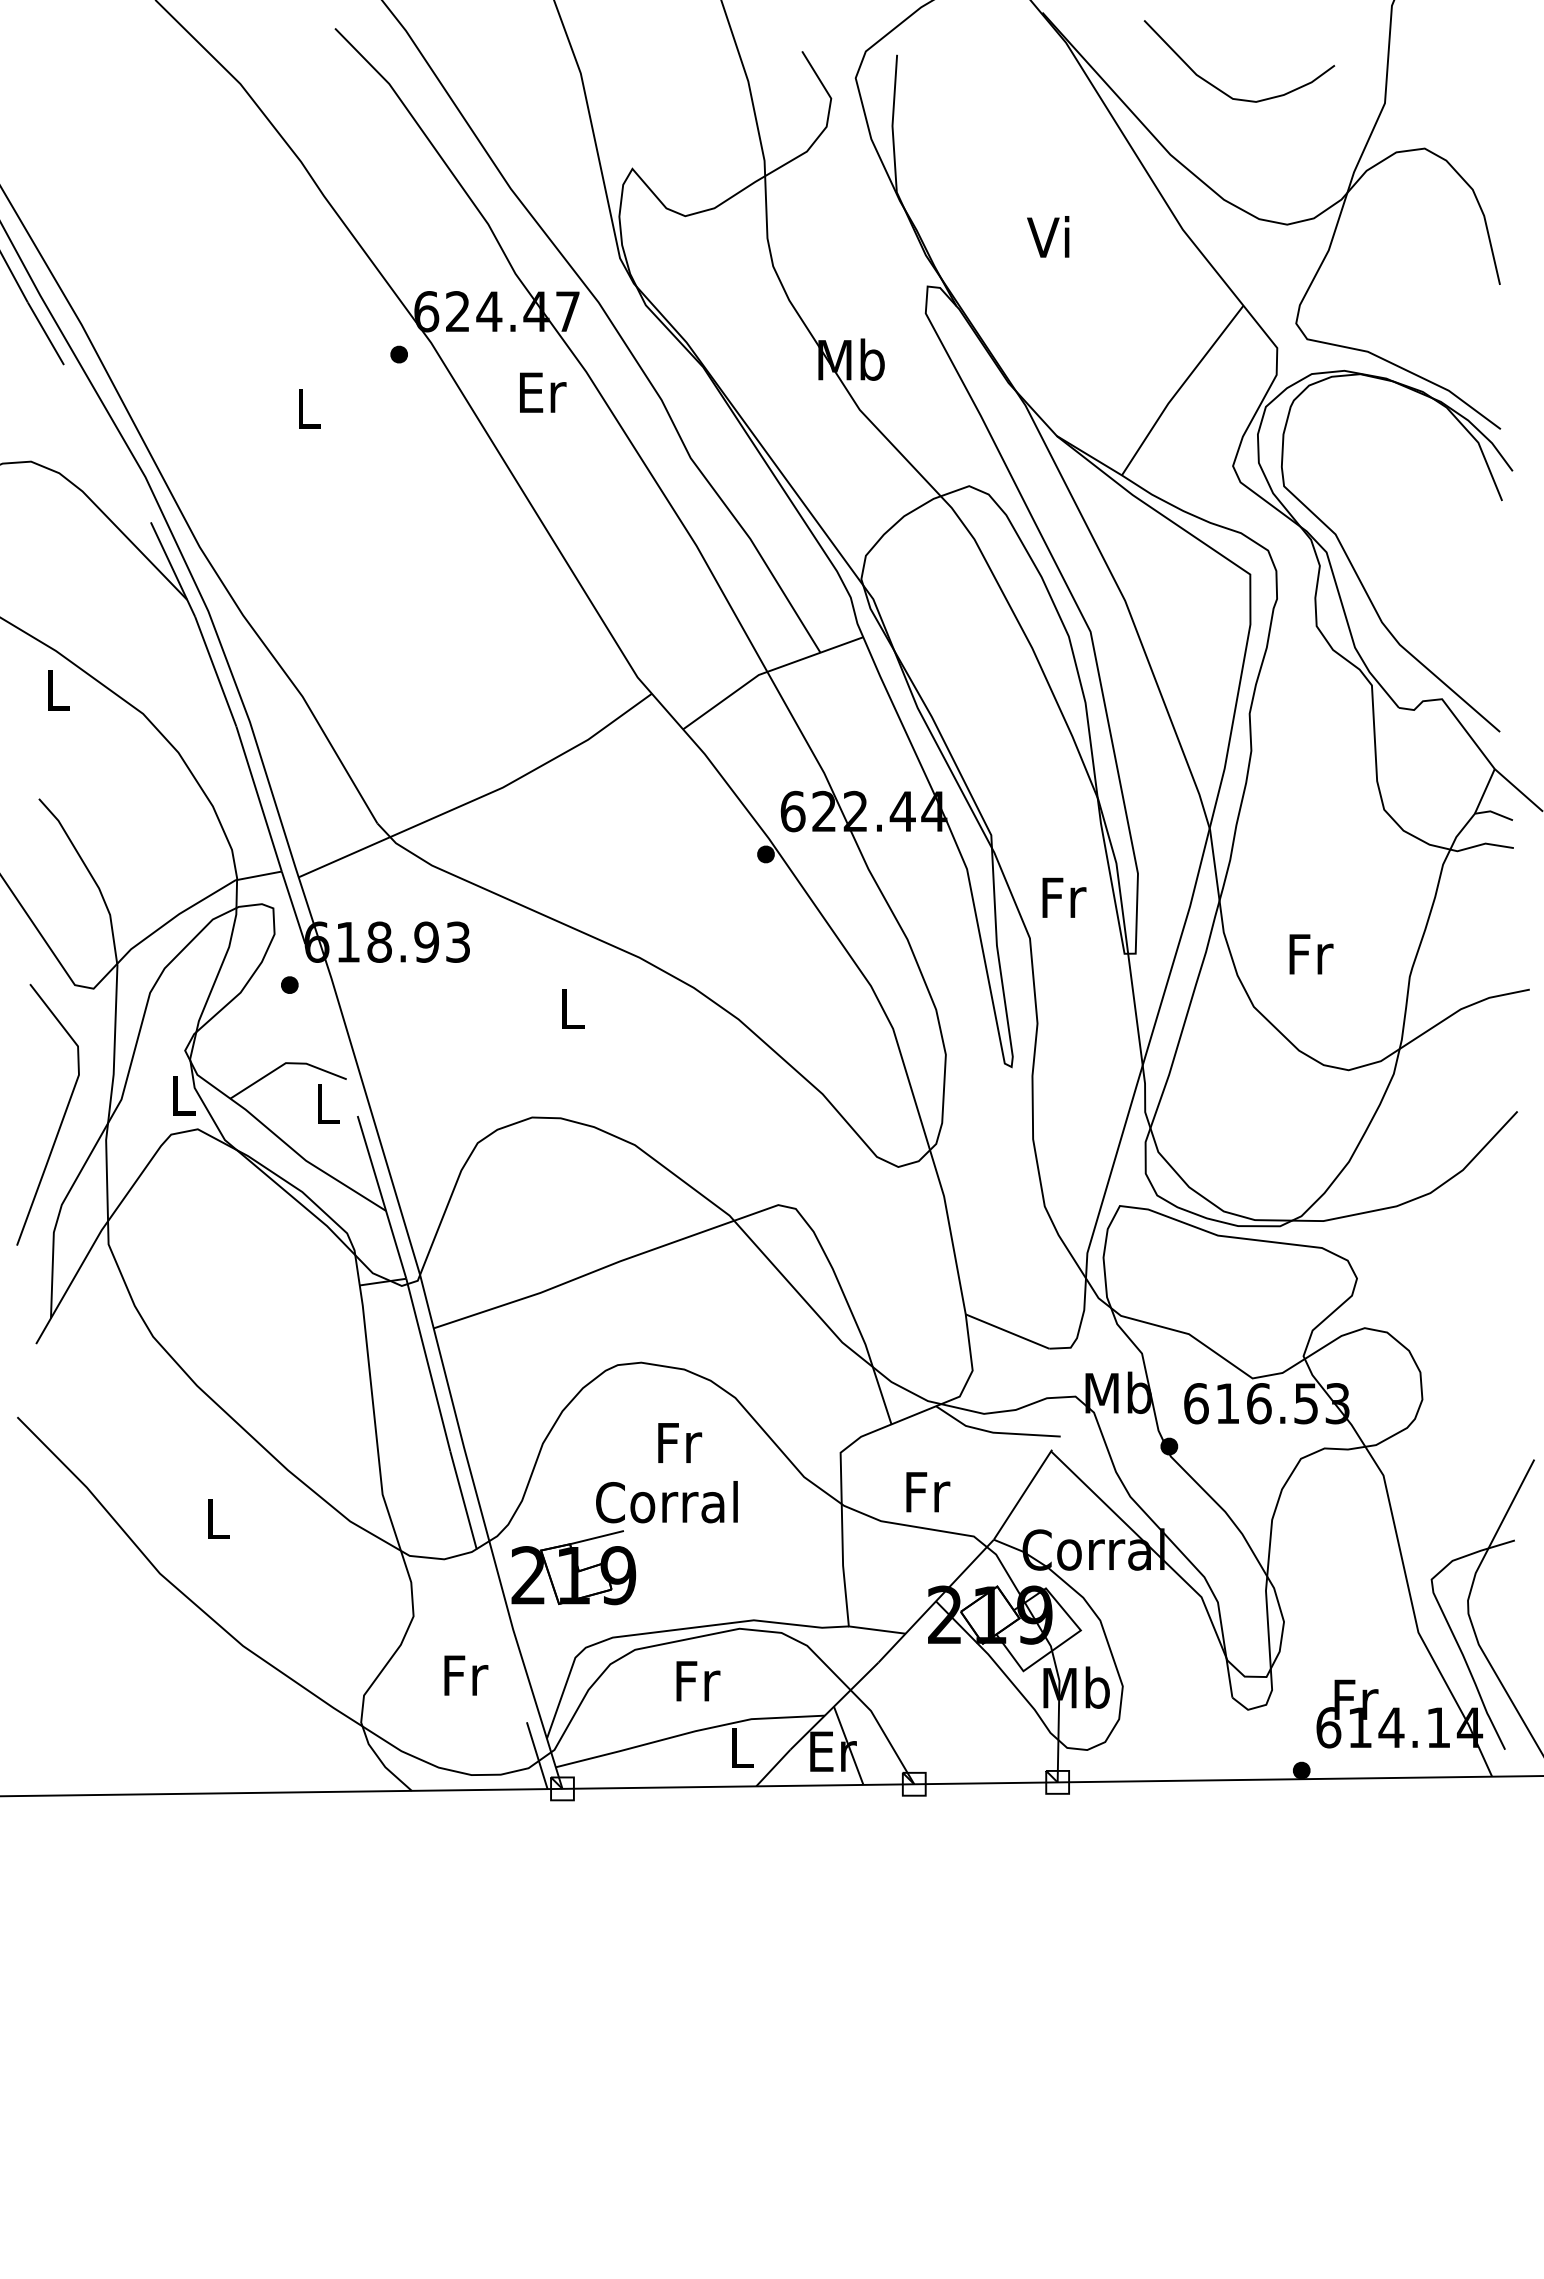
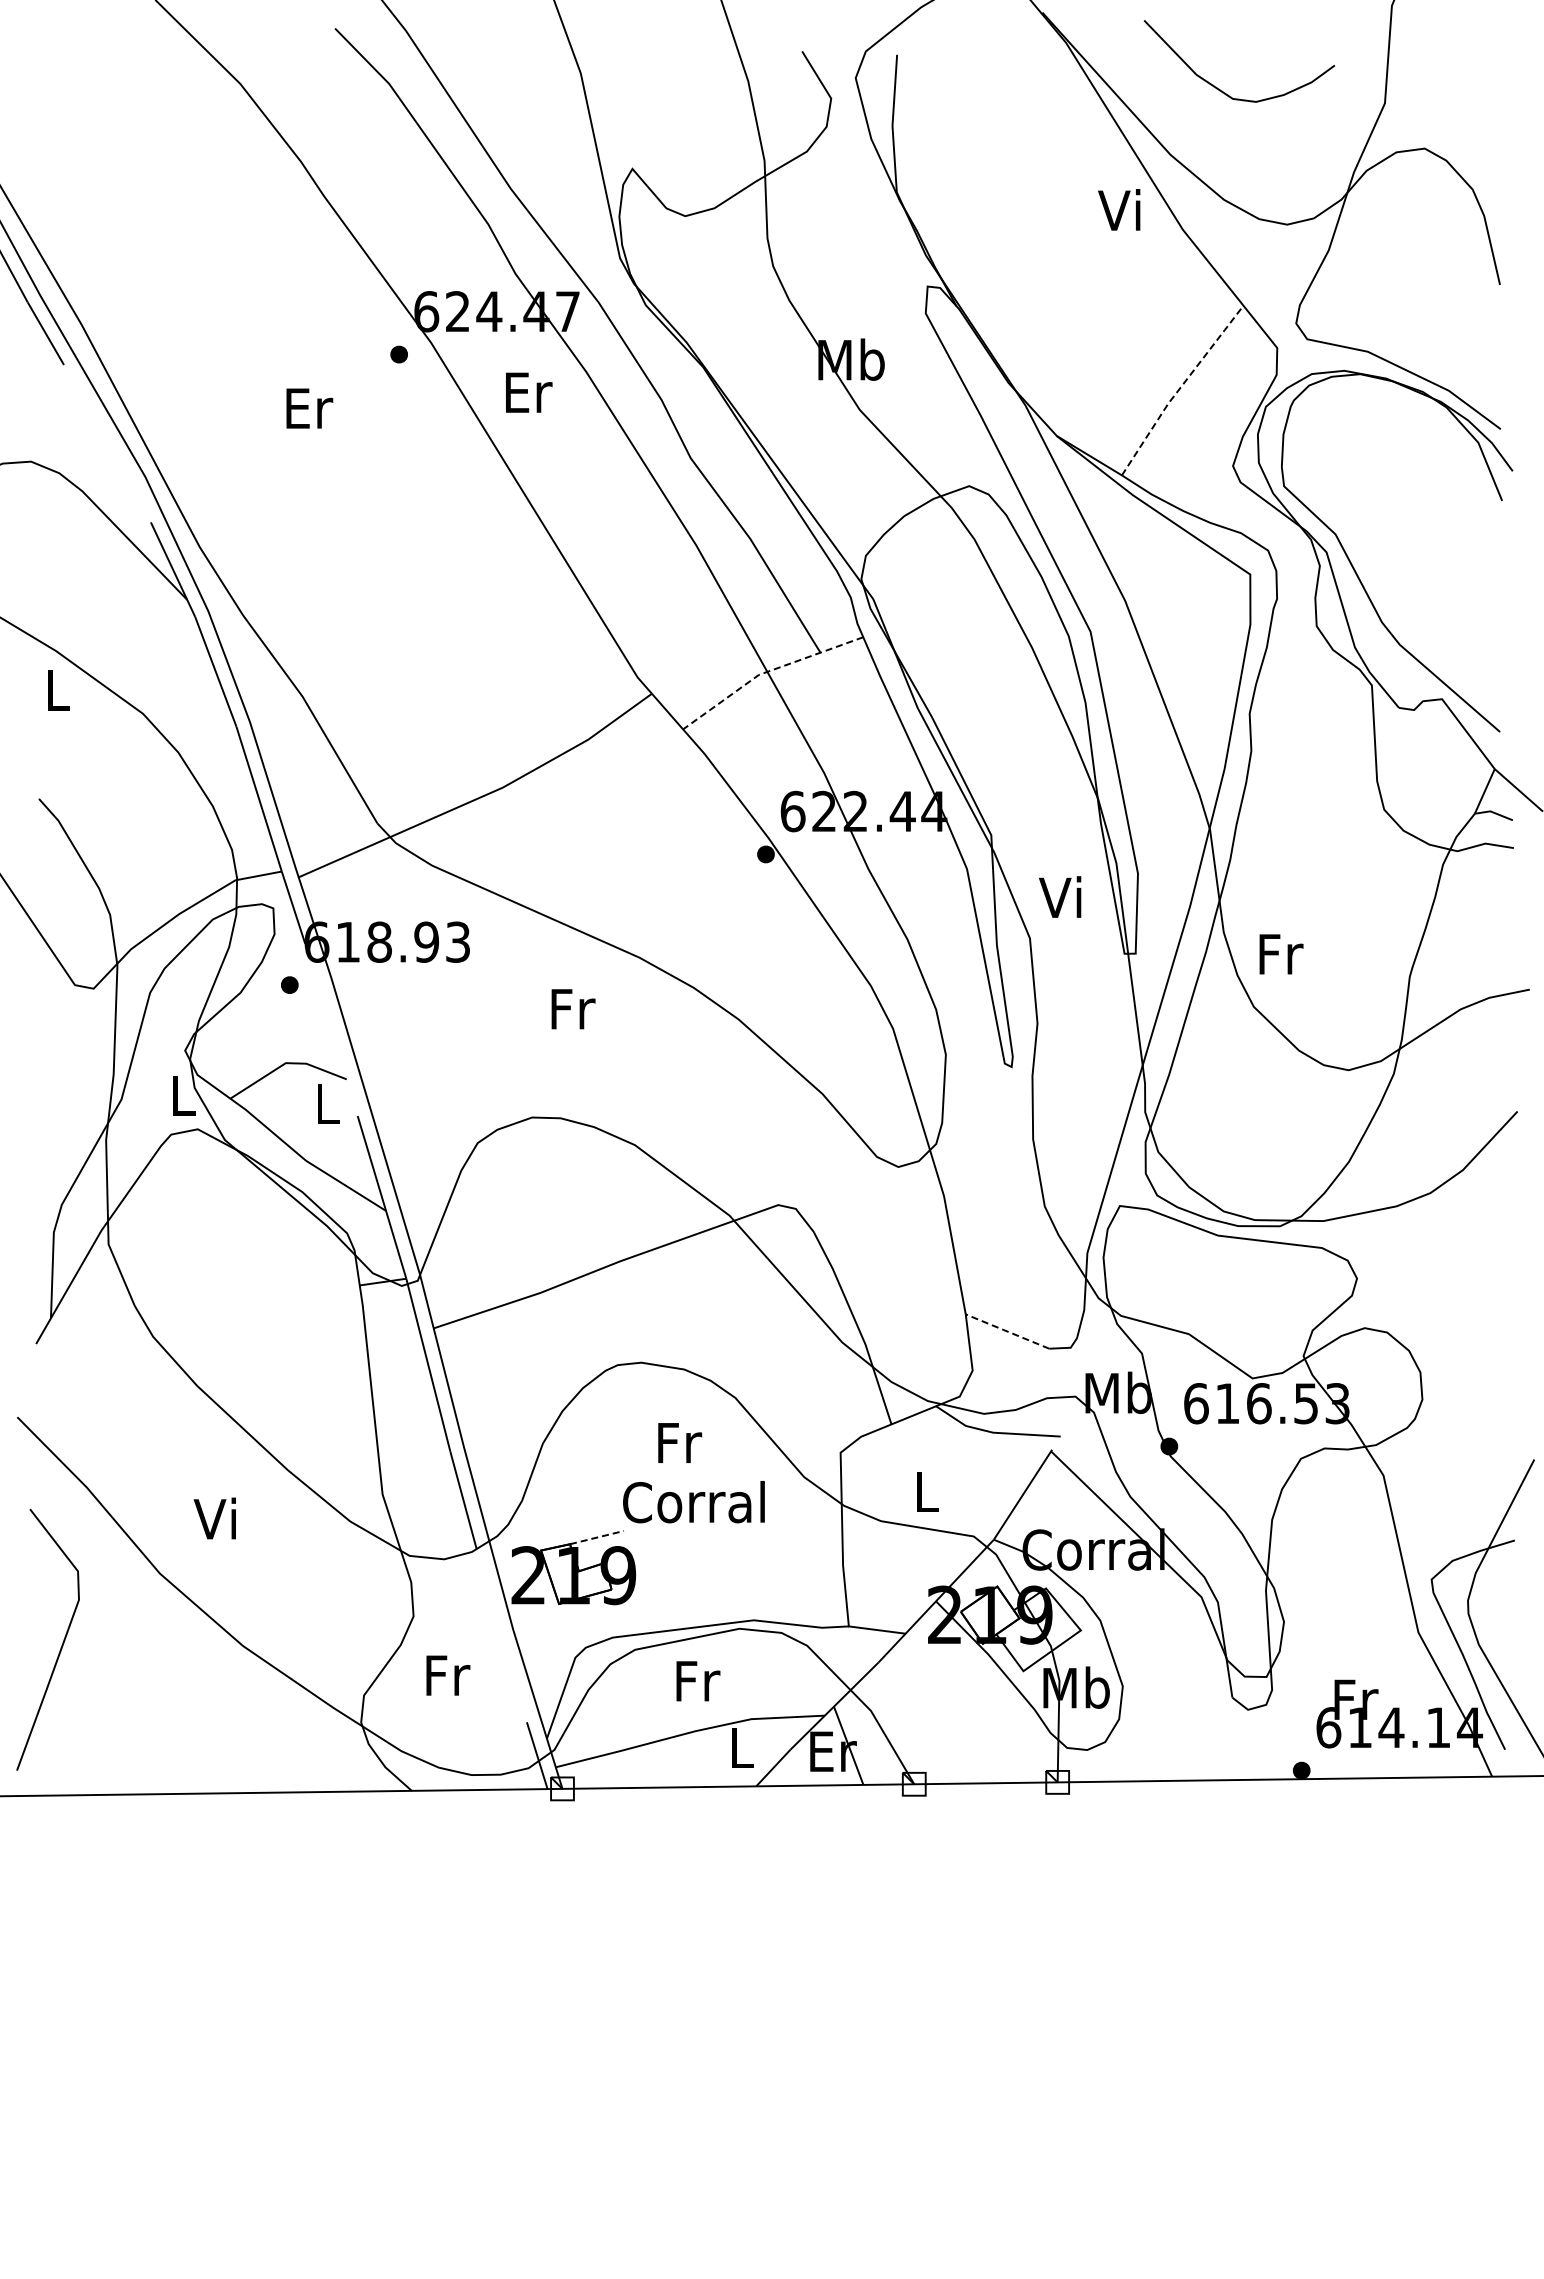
text at (1048, 236) position: (1048, 236) -> (1119, 209)
line at (1179, 388): solid -> dashed
text at (543, 392) position: (543, 392) -> (529, 392)
text at (309, 408): L -> Er
line at (766, 672): solid -> dashed
text at (1062, 896): Fr -> Vi
text at (1311, 954) position: (1311, 954) -> (1281, 954)
text at (573, 1009): L -> Fr
line at (61, 1120) position: (61, 1120) -> (61, 1645)
line at (1007, 1331): solid -> dashed
text at (928, 1492): Fr -> L
text at (666, 1502) position: (666, 1502) -> (693, 1502)
text at (214, 1518): L -> Vi
line at (596, 1537): solid -> dashed
text at (466, 1675) position: (466, 1675) -> (448, 1675)
